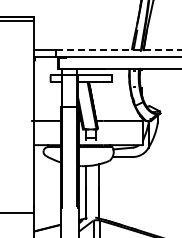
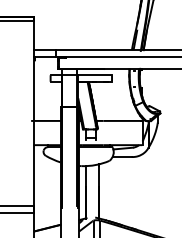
line at (118, 50): dashed -> solid
line at (17, 206): none -> present
